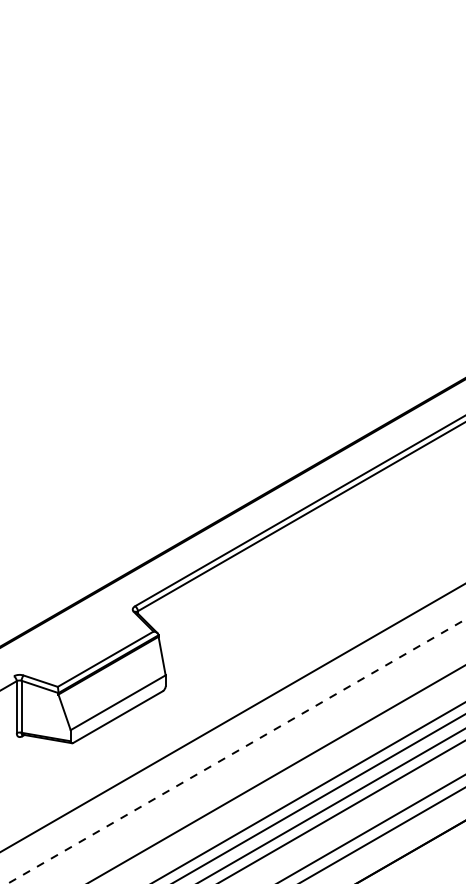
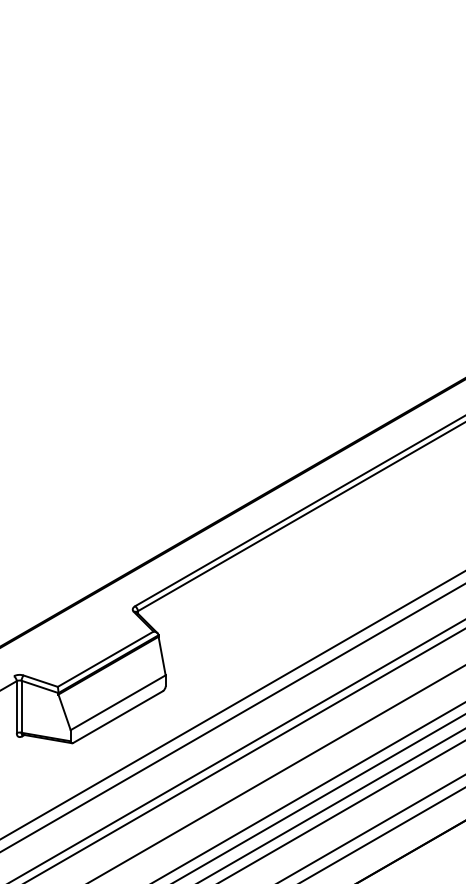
line at (232, 705): none -> present
line at (236, 751): dashed -> solid
line at (245, 755): none -> present
